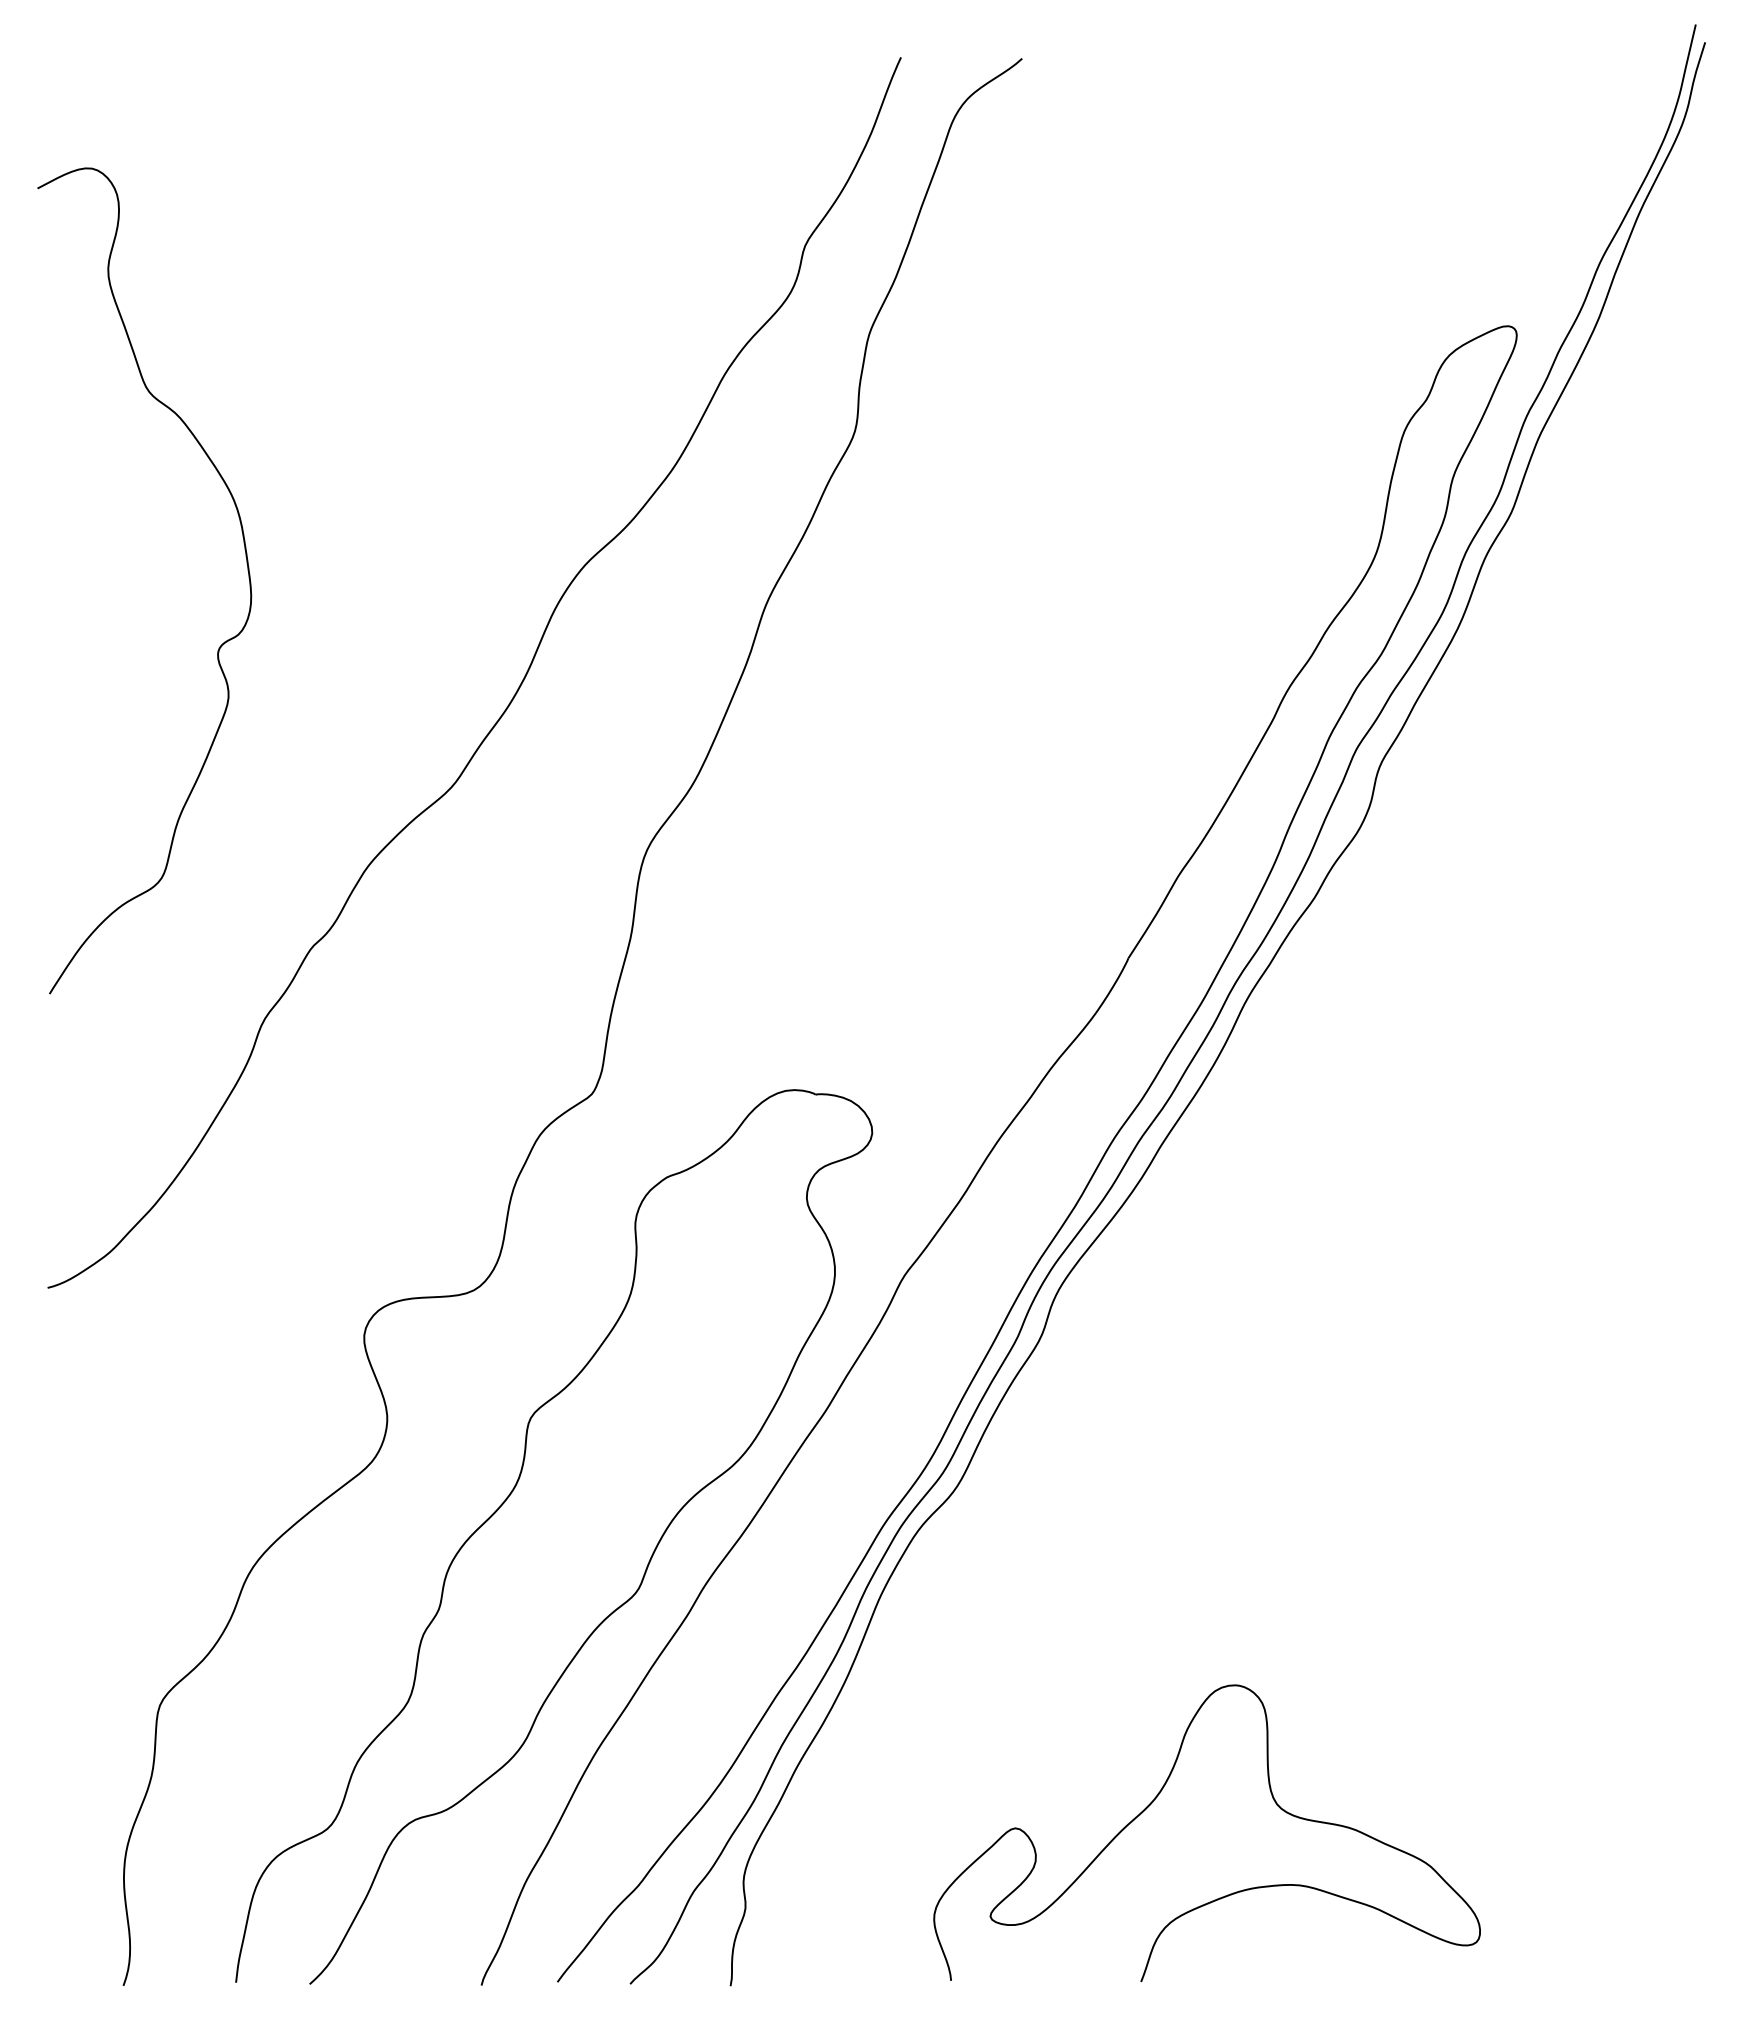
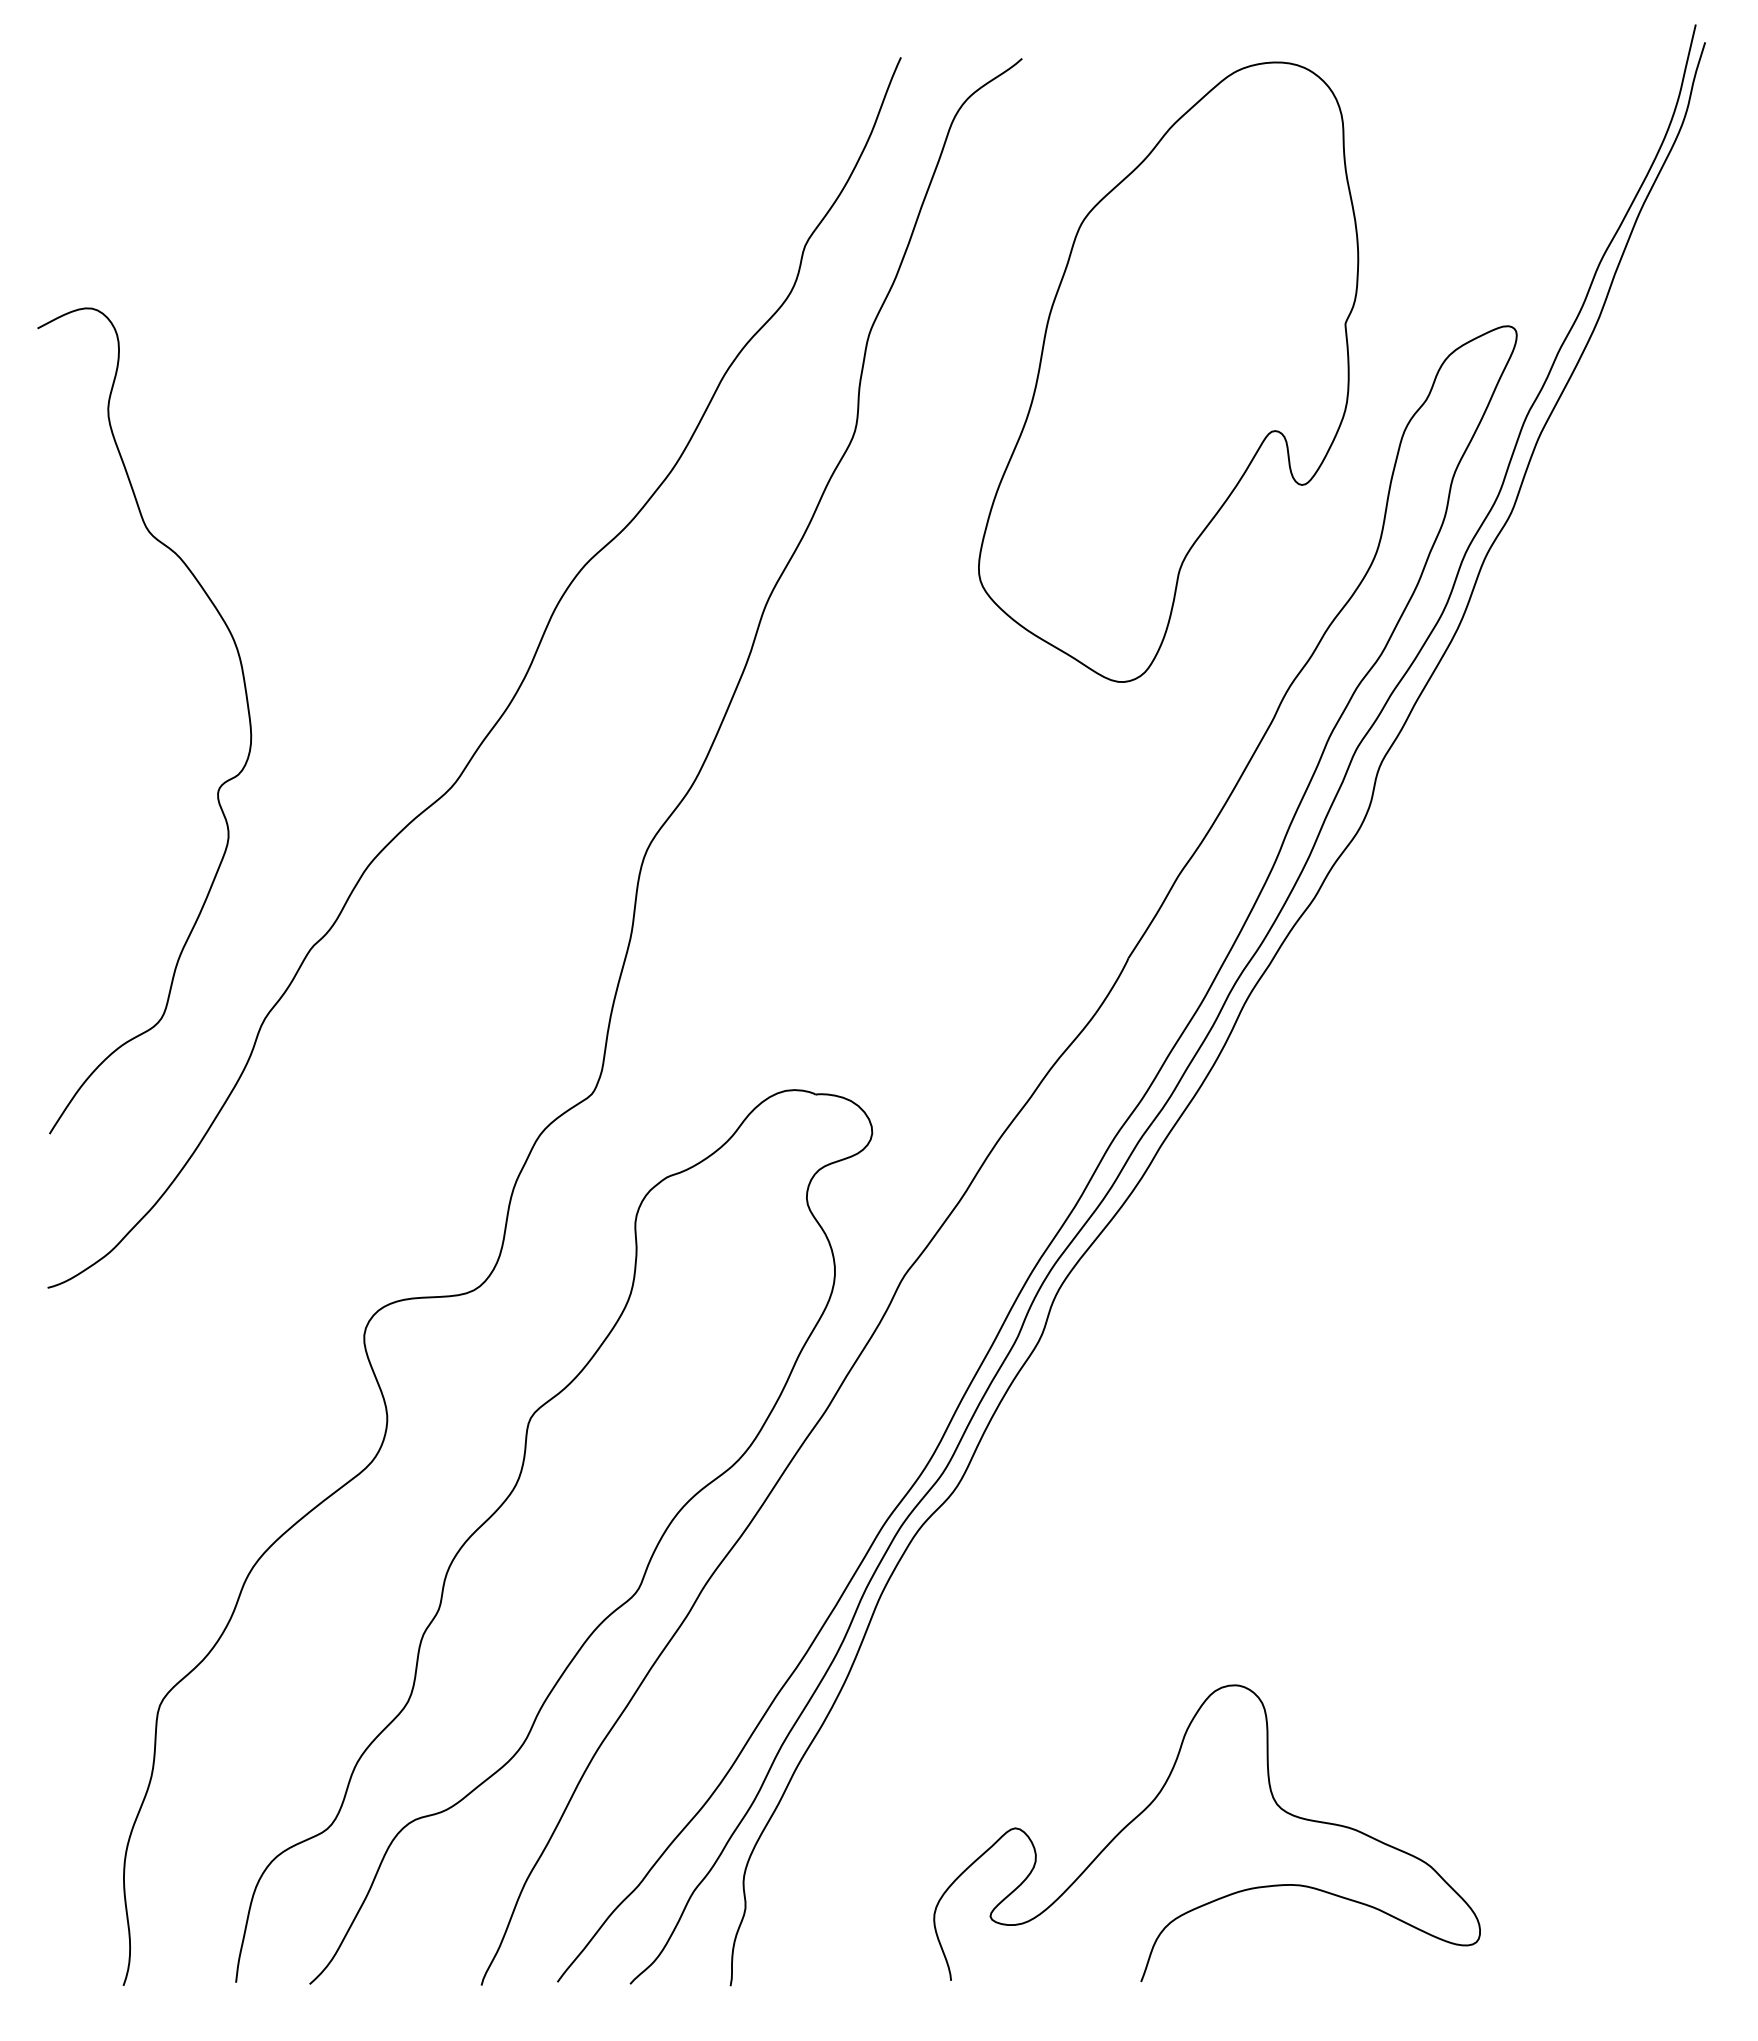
part at (1168, 371): none -> present
curve at (219, 646) position: (219, 646) -> (219, 786)
